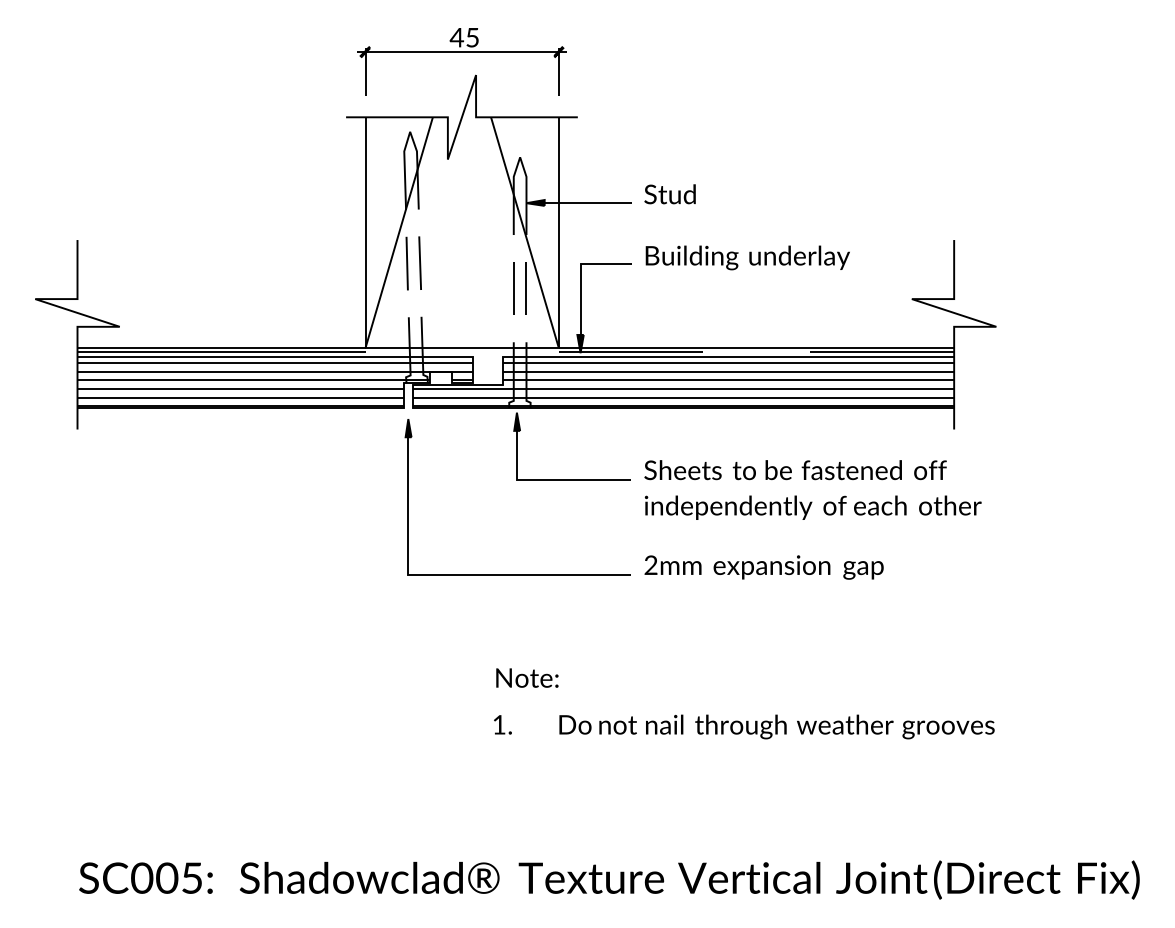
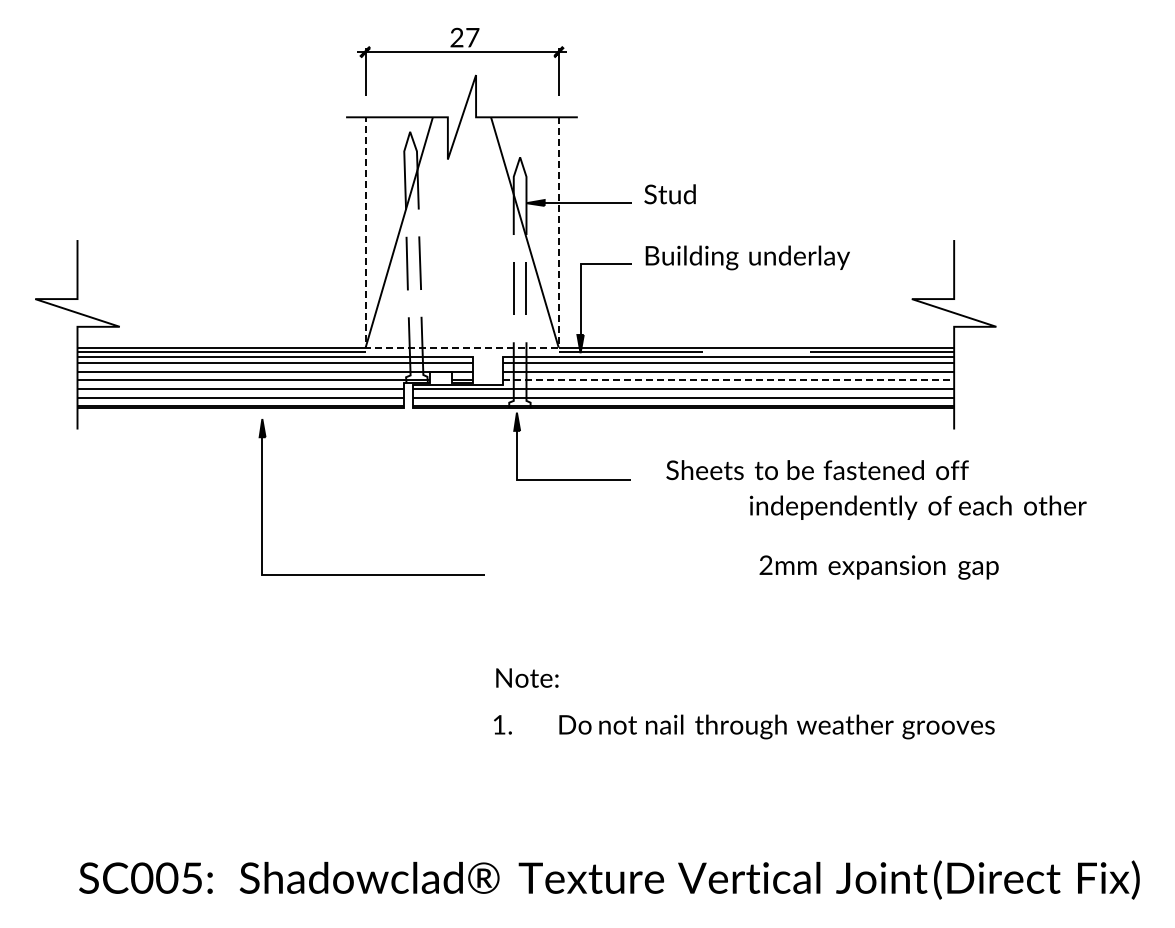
text at (464, 37): 45 -> 27
line at (462, 347): solid -> dashed
line at (728, 380): solid -> dashed
text at (795, 470) position: (795, 470) -> (817, 470)
text at (812, 507) position: (812, 507) -> (917, 507)
text at (763, 567) position: (763, 567) -> (878, 567)
part at (517, 574) position: (517, 574) -> (371, 574)
